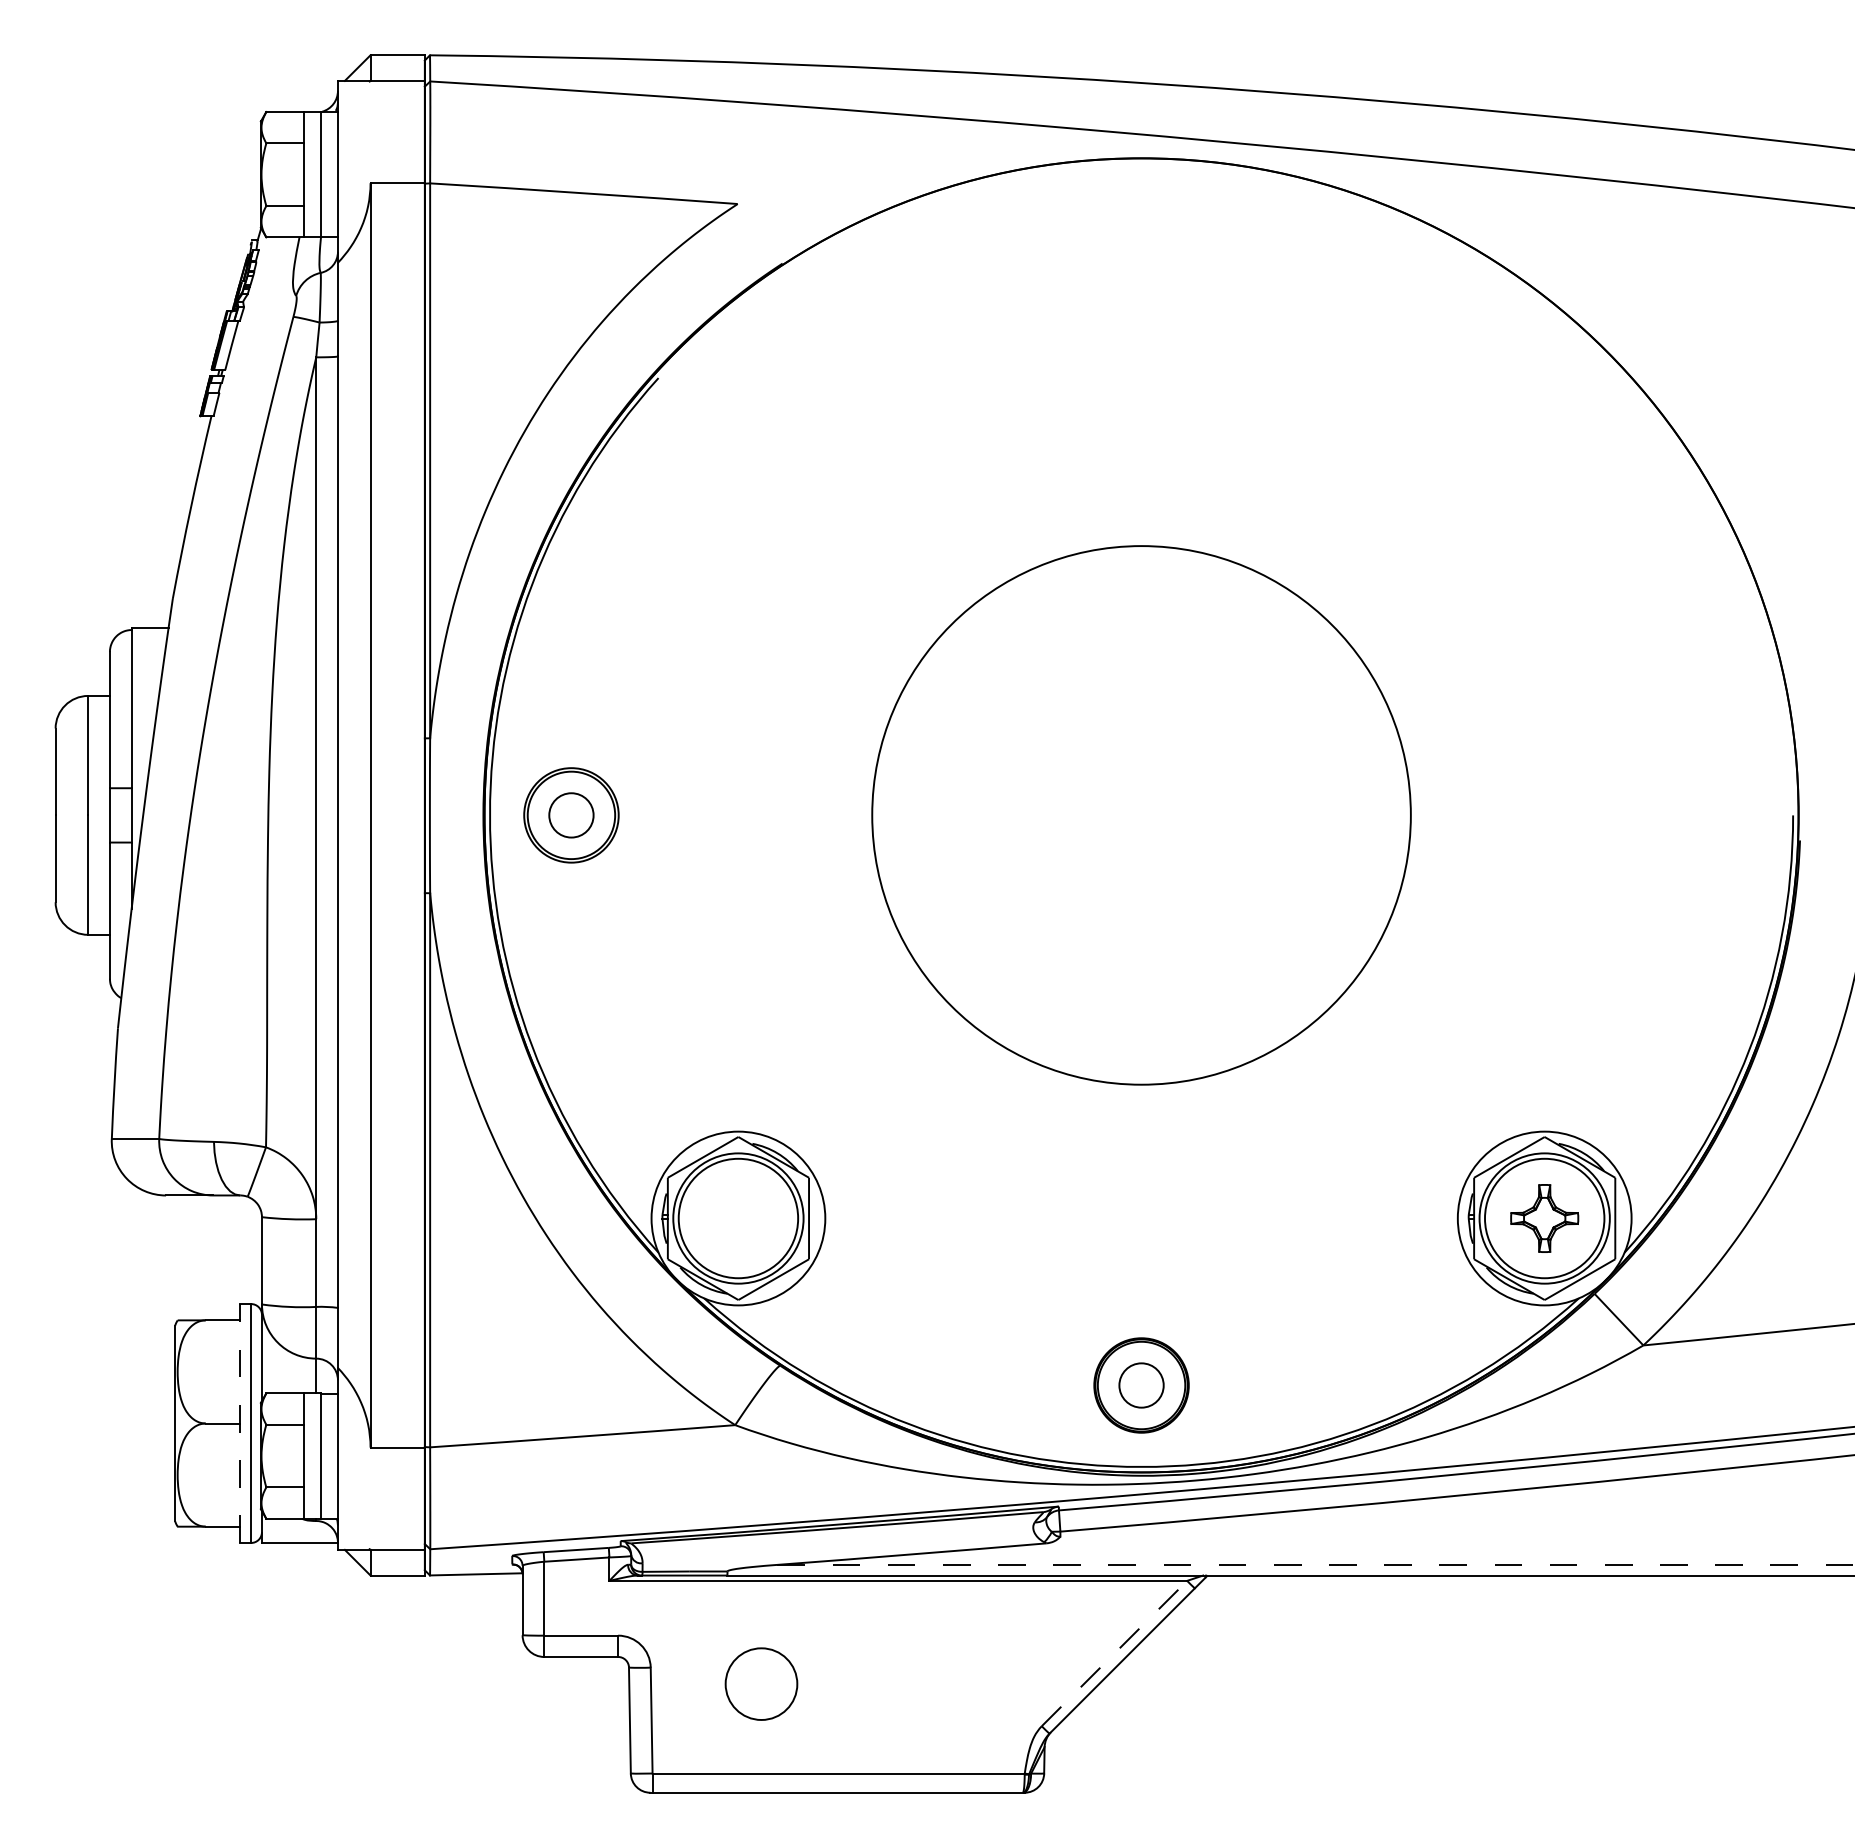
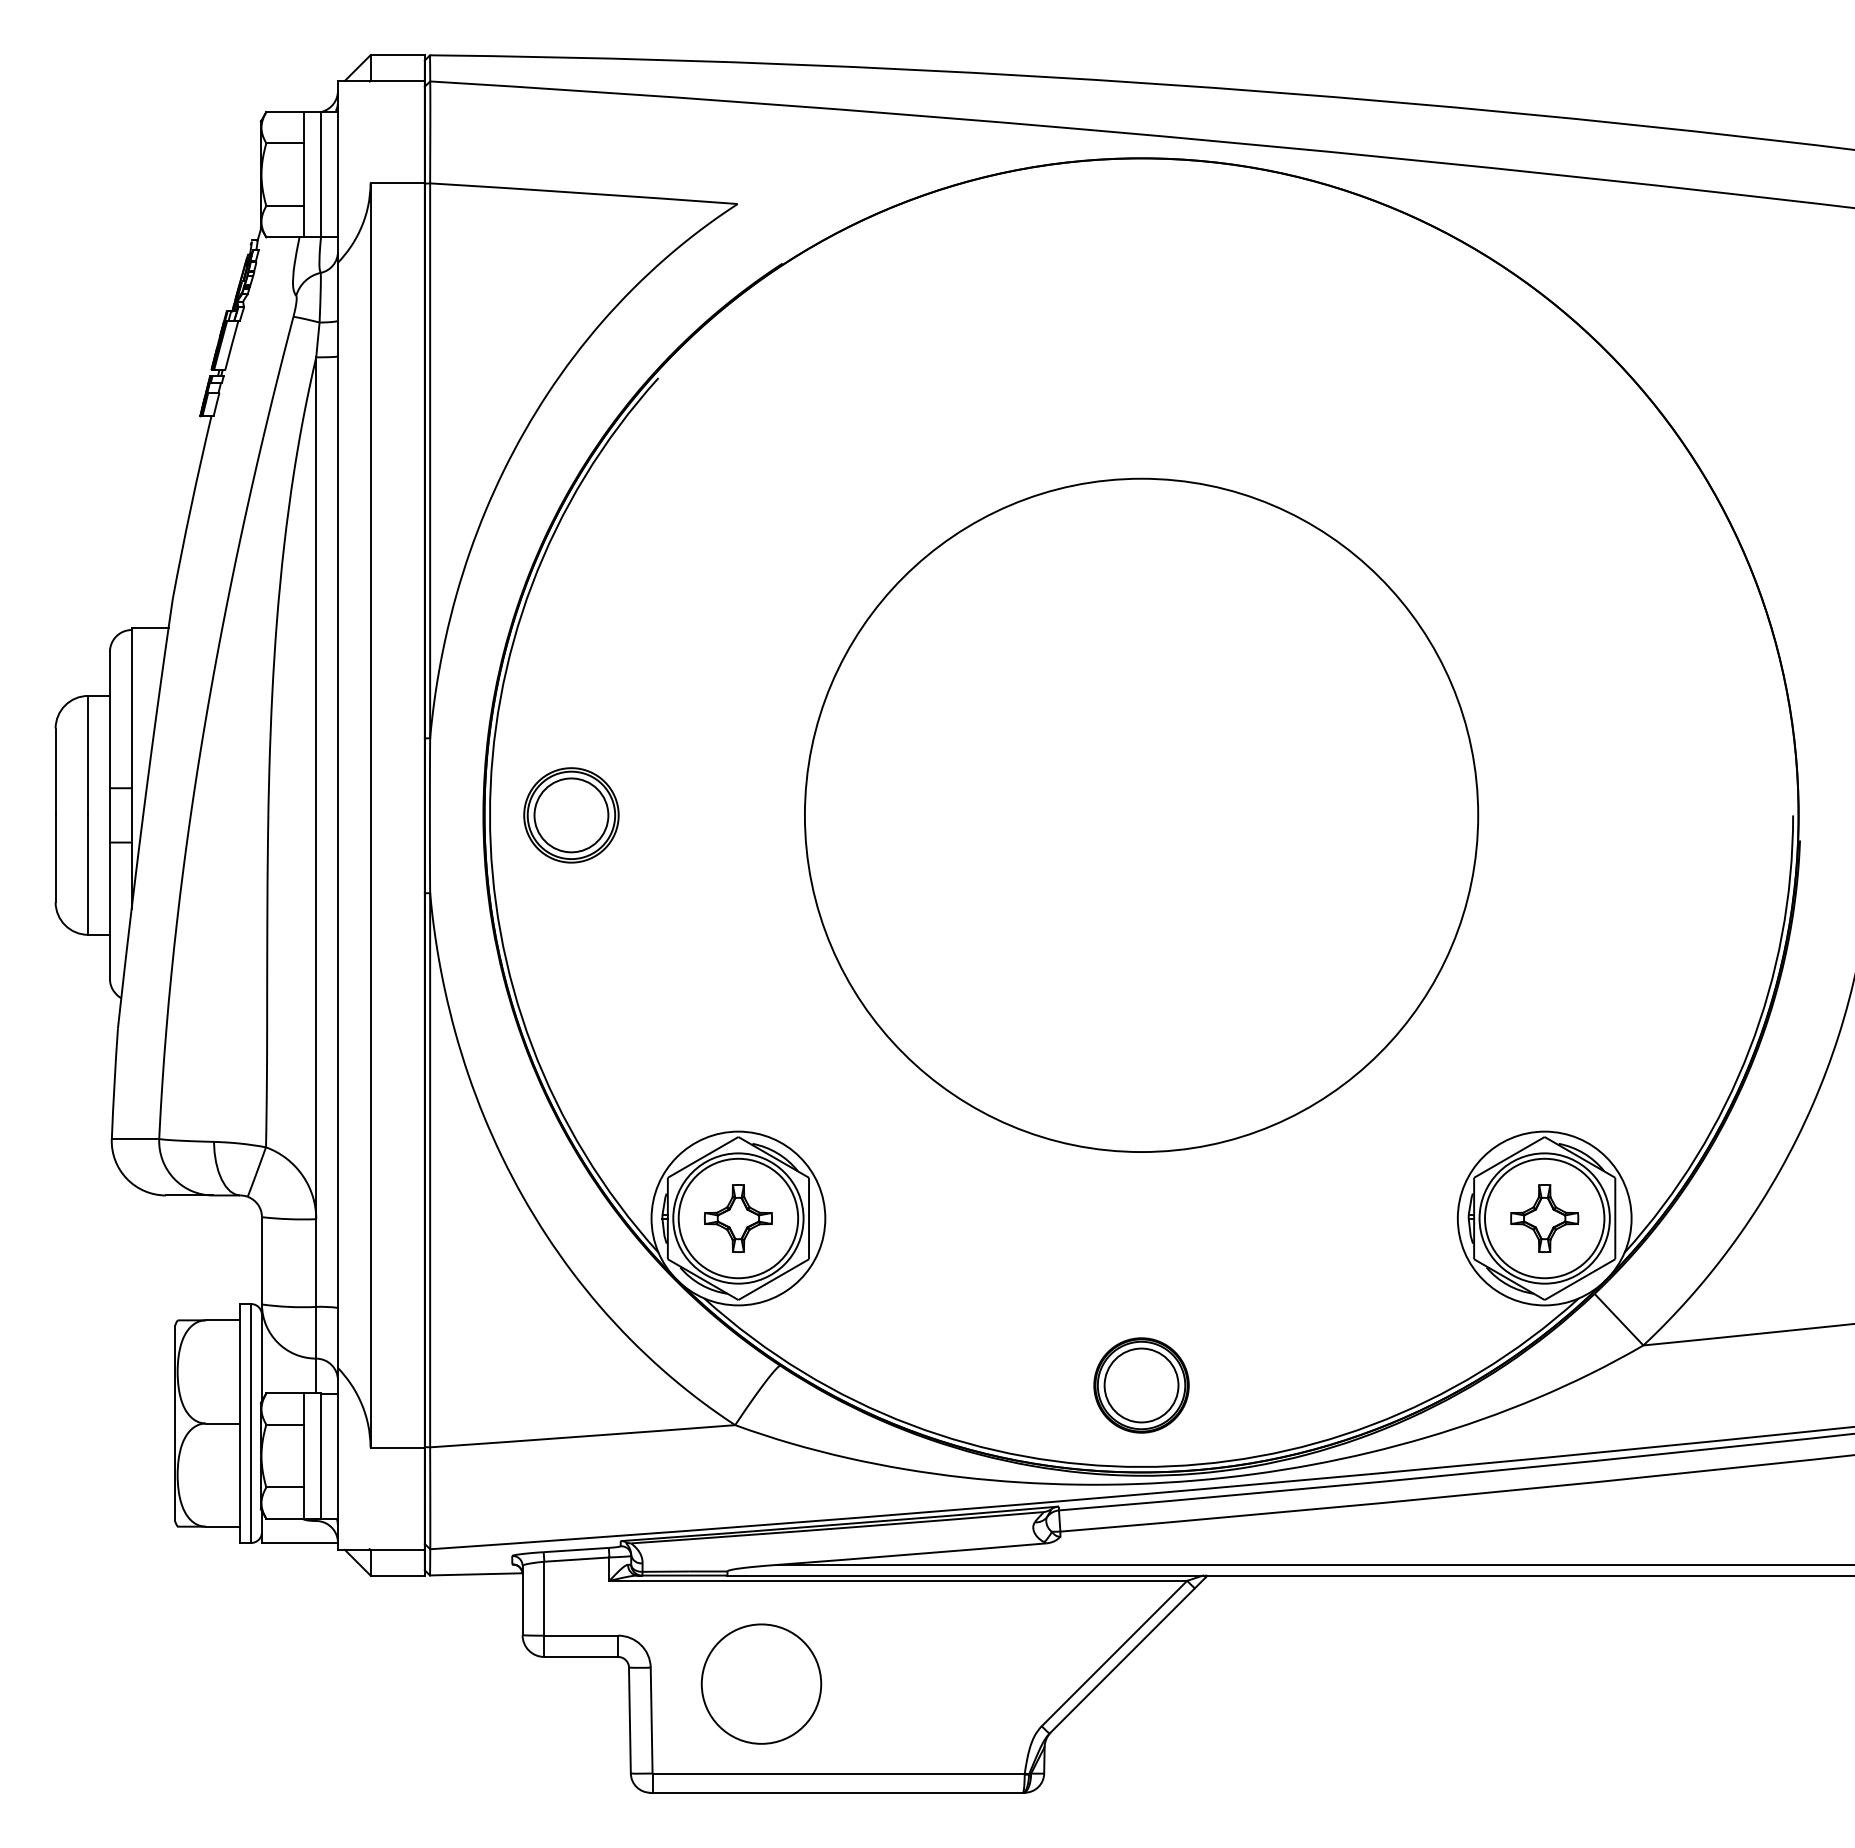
circle at (571, 815) diameter: 44 px -> 74 px
circle at (1141, 815) diameter: 539 px -> 673 px
part at (738, 1218): none -> present
circle at (1141, 1385) diameter: 44 px -> 74 px
line at (240, 1423): dashed -> solid
line at (1316, 1564): dashed -> solid
line at (1114, 1653): dashed -> solid
circle at (761, 1683) diameter: 72 px -> 119 px
